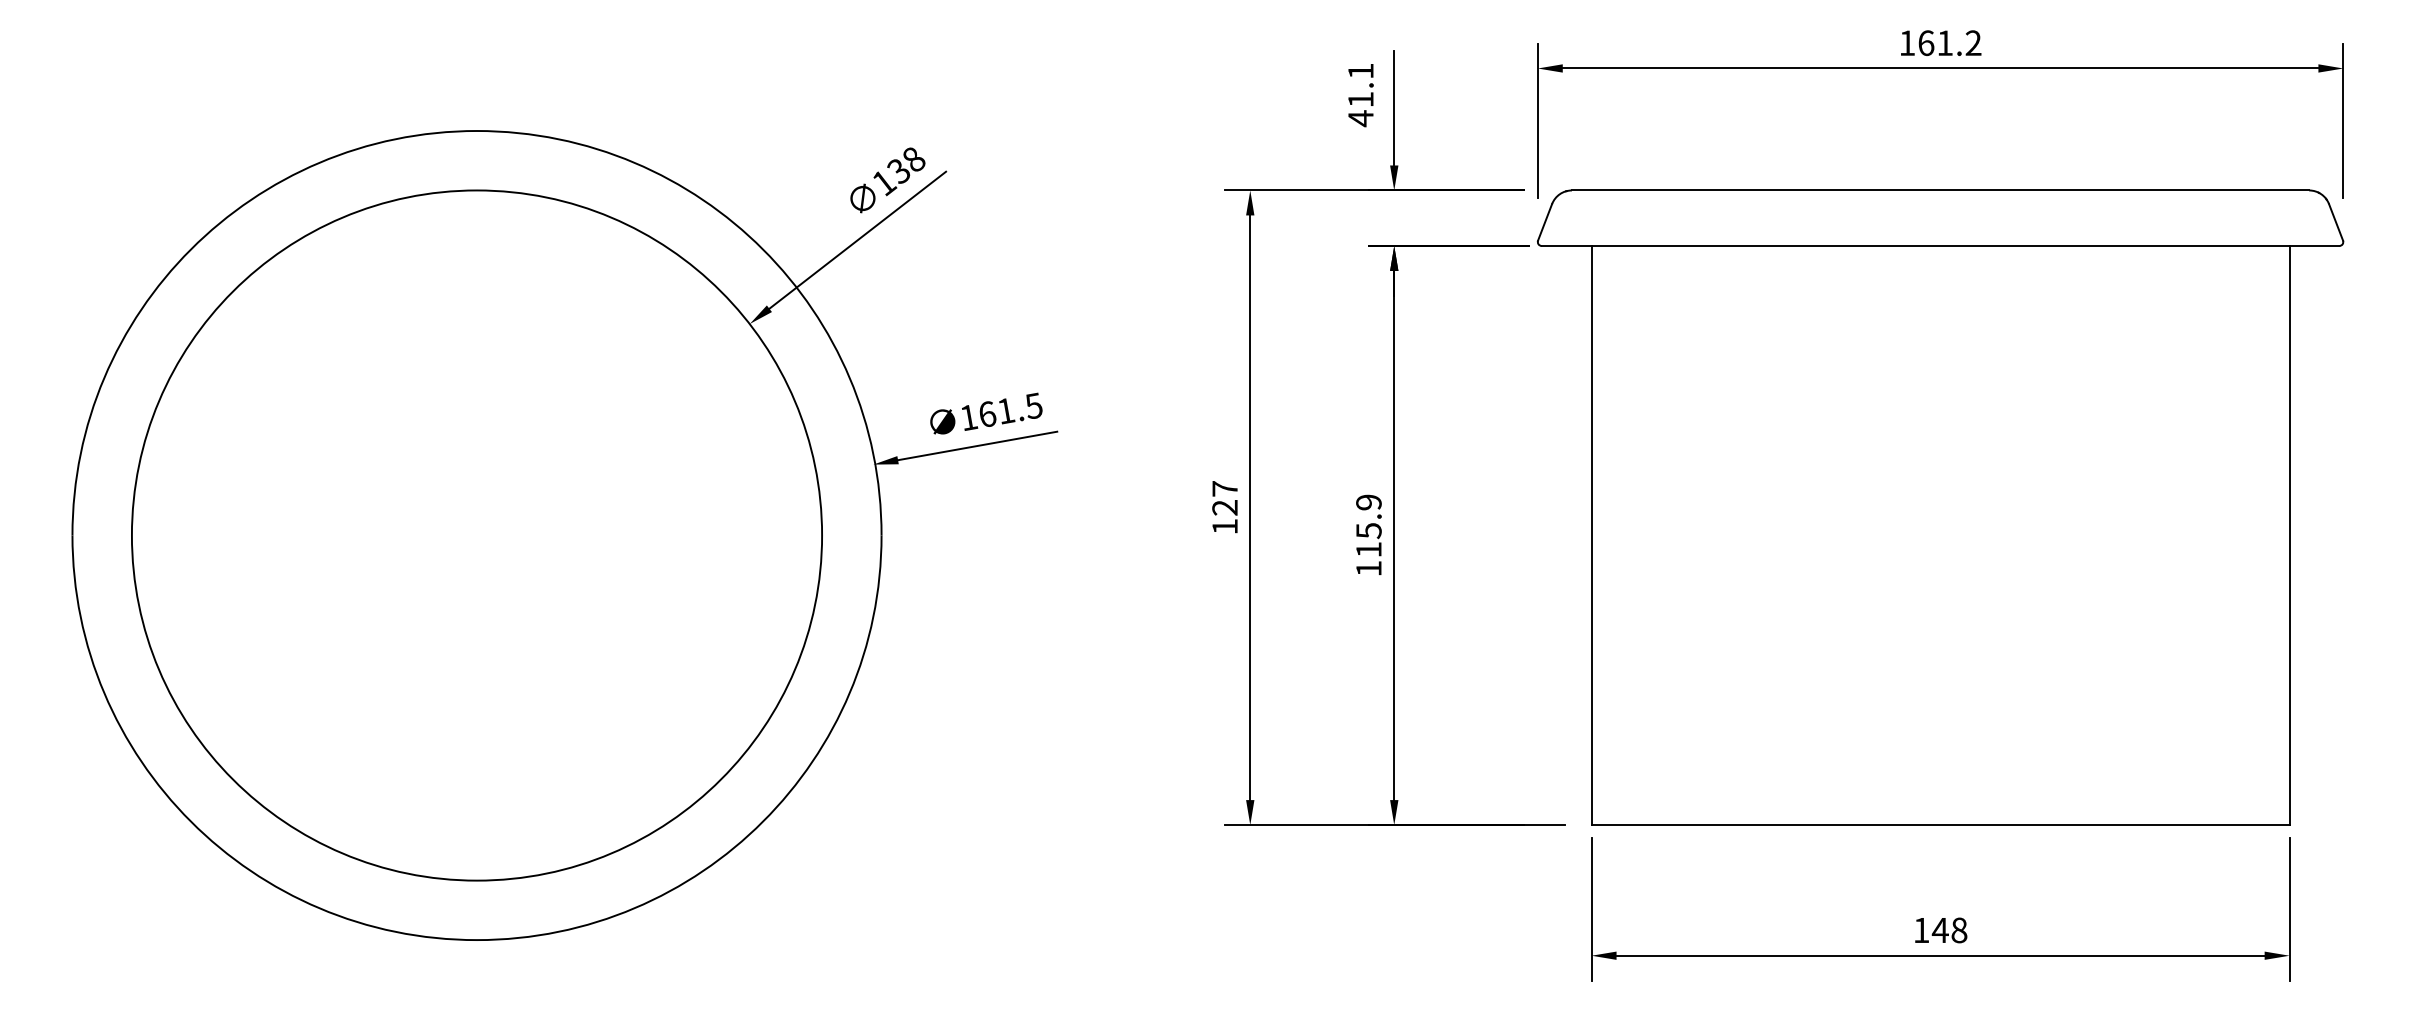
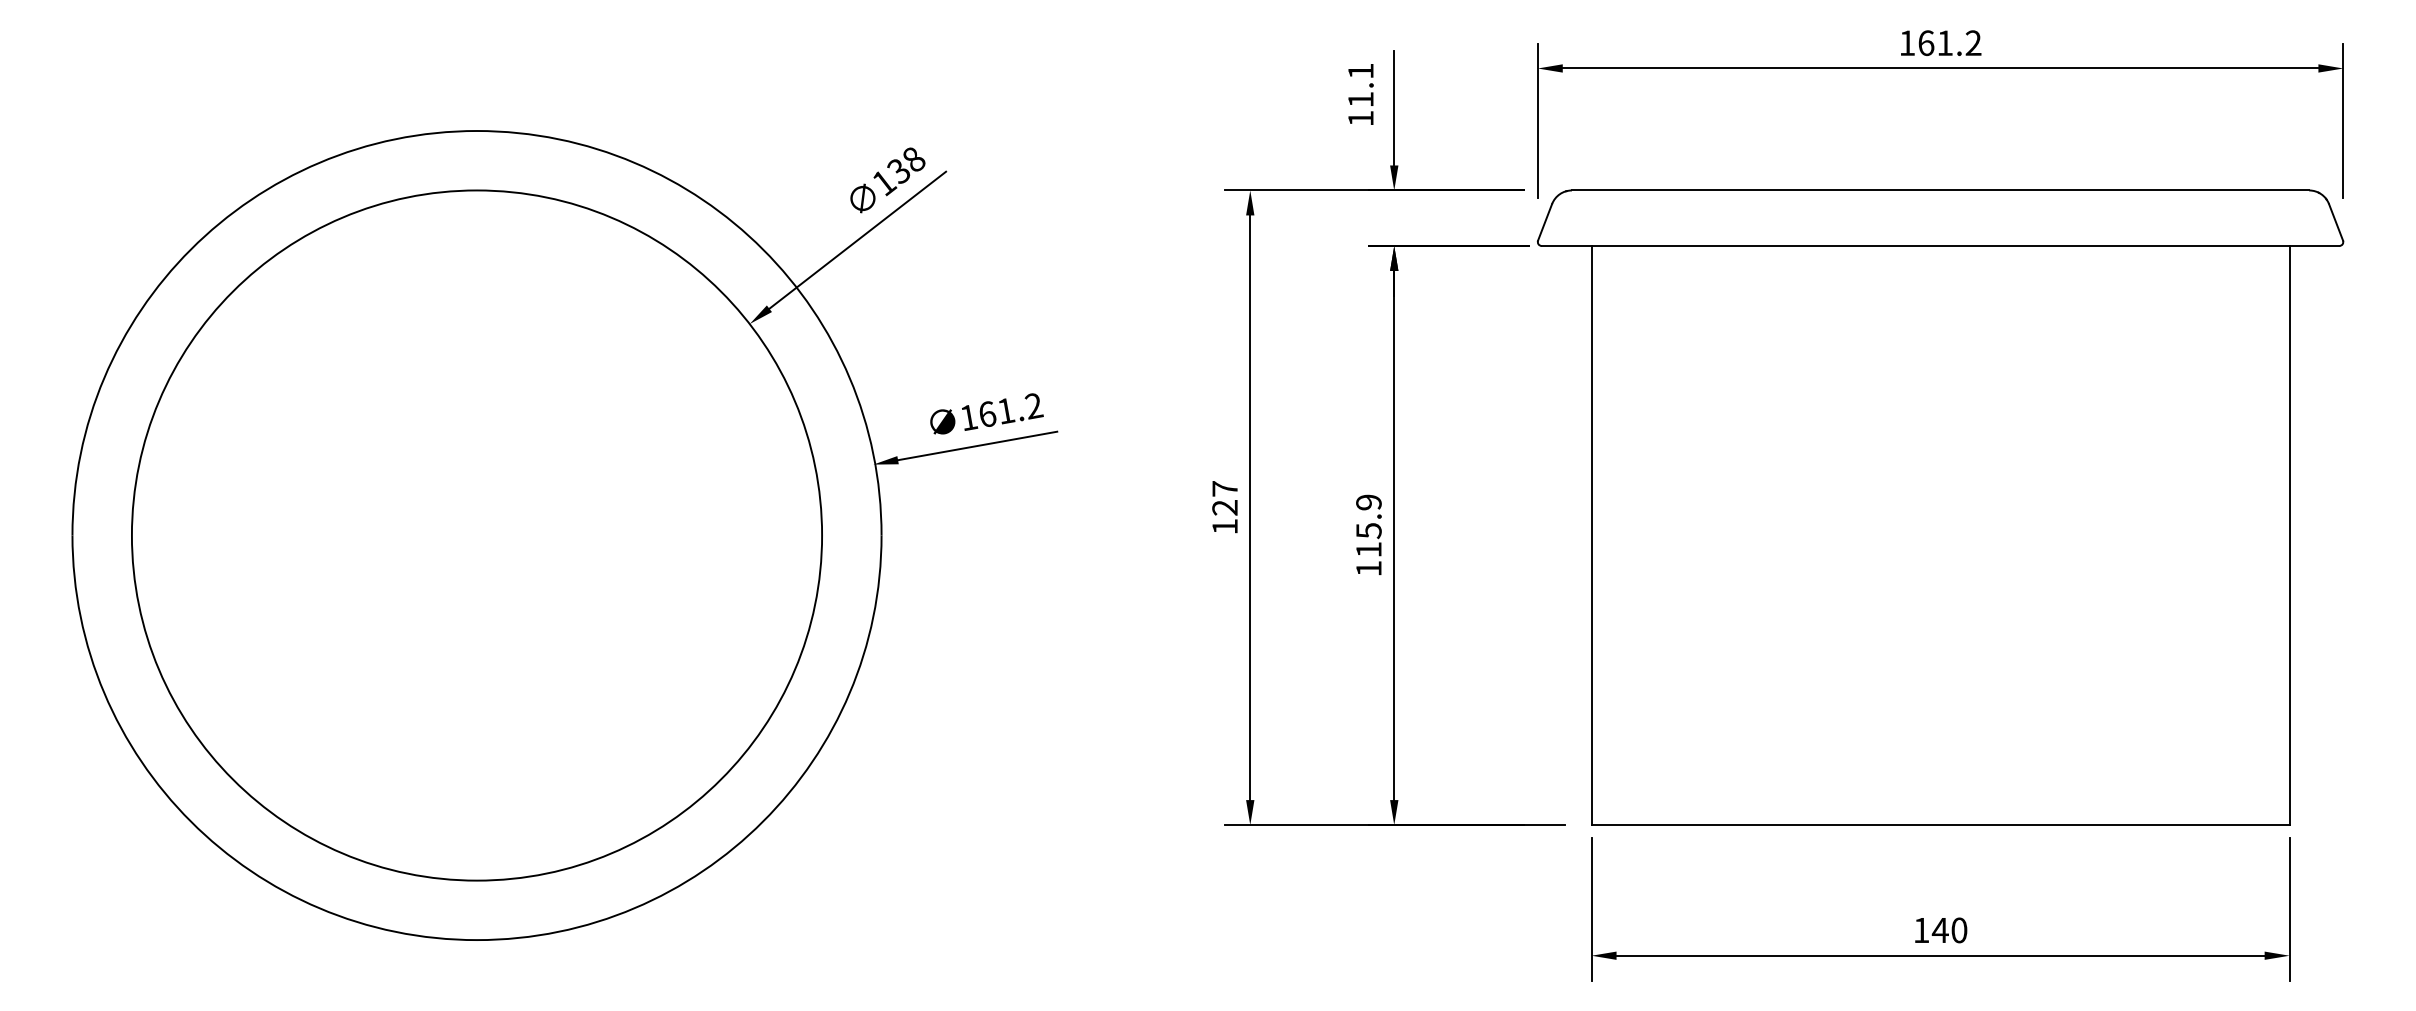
text at (1360, 118): 41.1 -> 11.1
text at (1033, 405): 161.5 -> 161.2
text at (1959, 930): 148 -> 140
